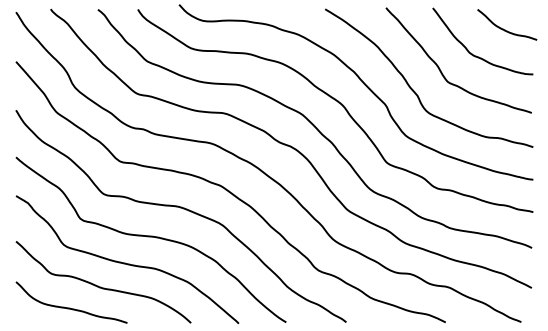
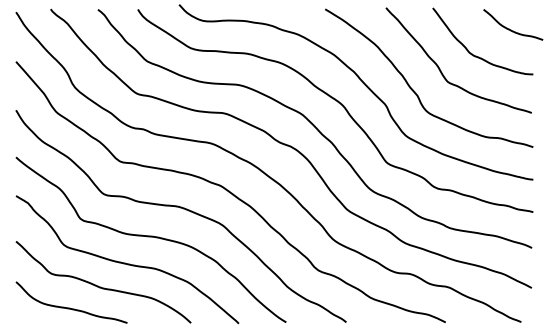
curve at (505, 29) position: (505, 29) -> (511, 29)
